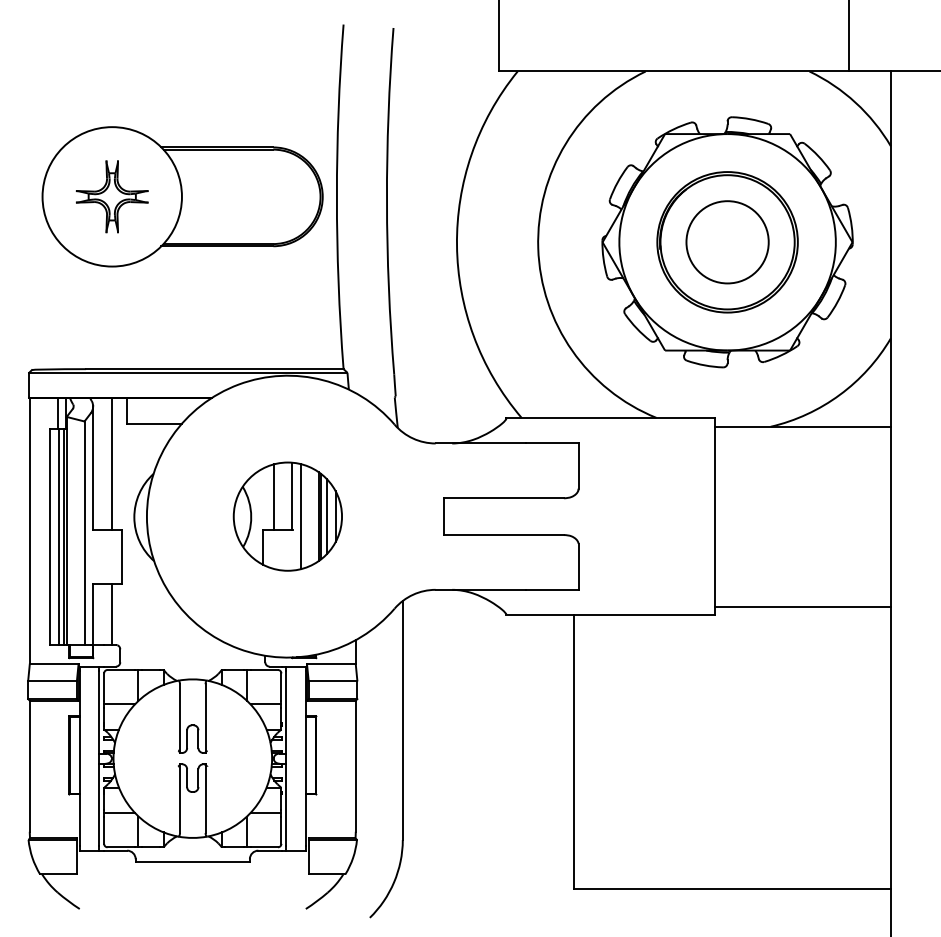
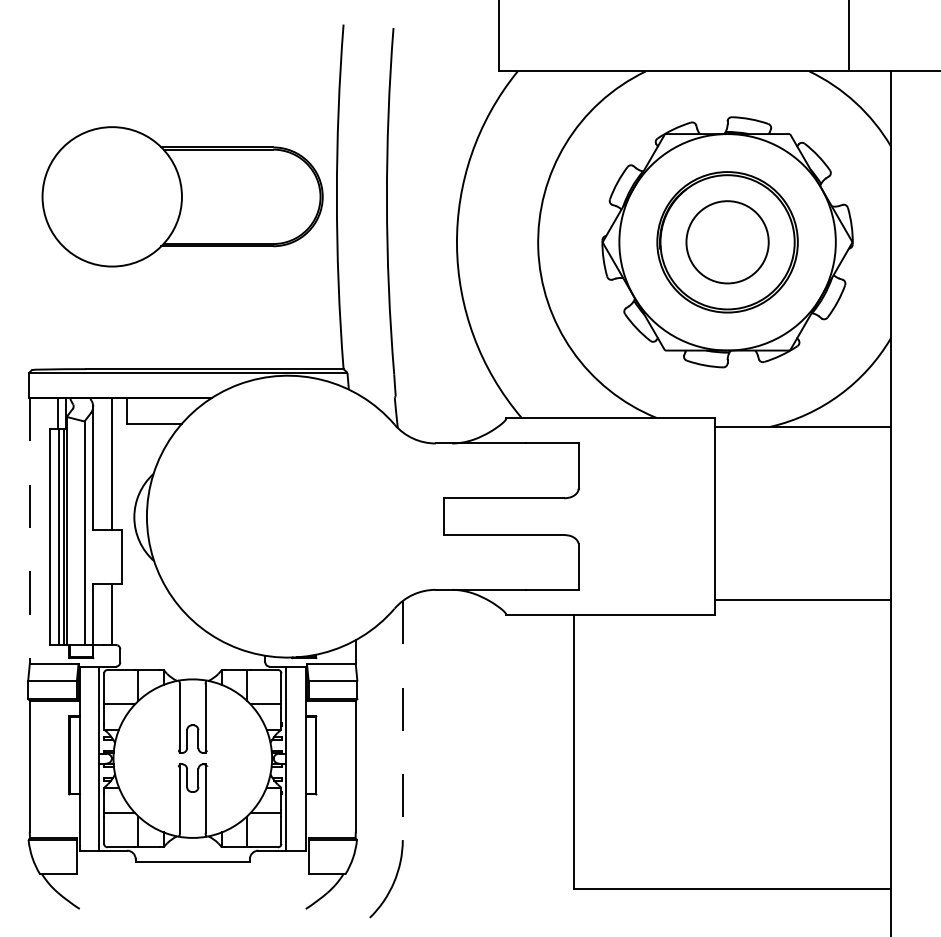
part at (111, 196): present -> none
part at (287, 516): present -> none
line at (29, 531): solid -> dashed
line at (802, 606) position: (802, 606) -> (802, 599)
line at (402, 720): solid -> dashed
